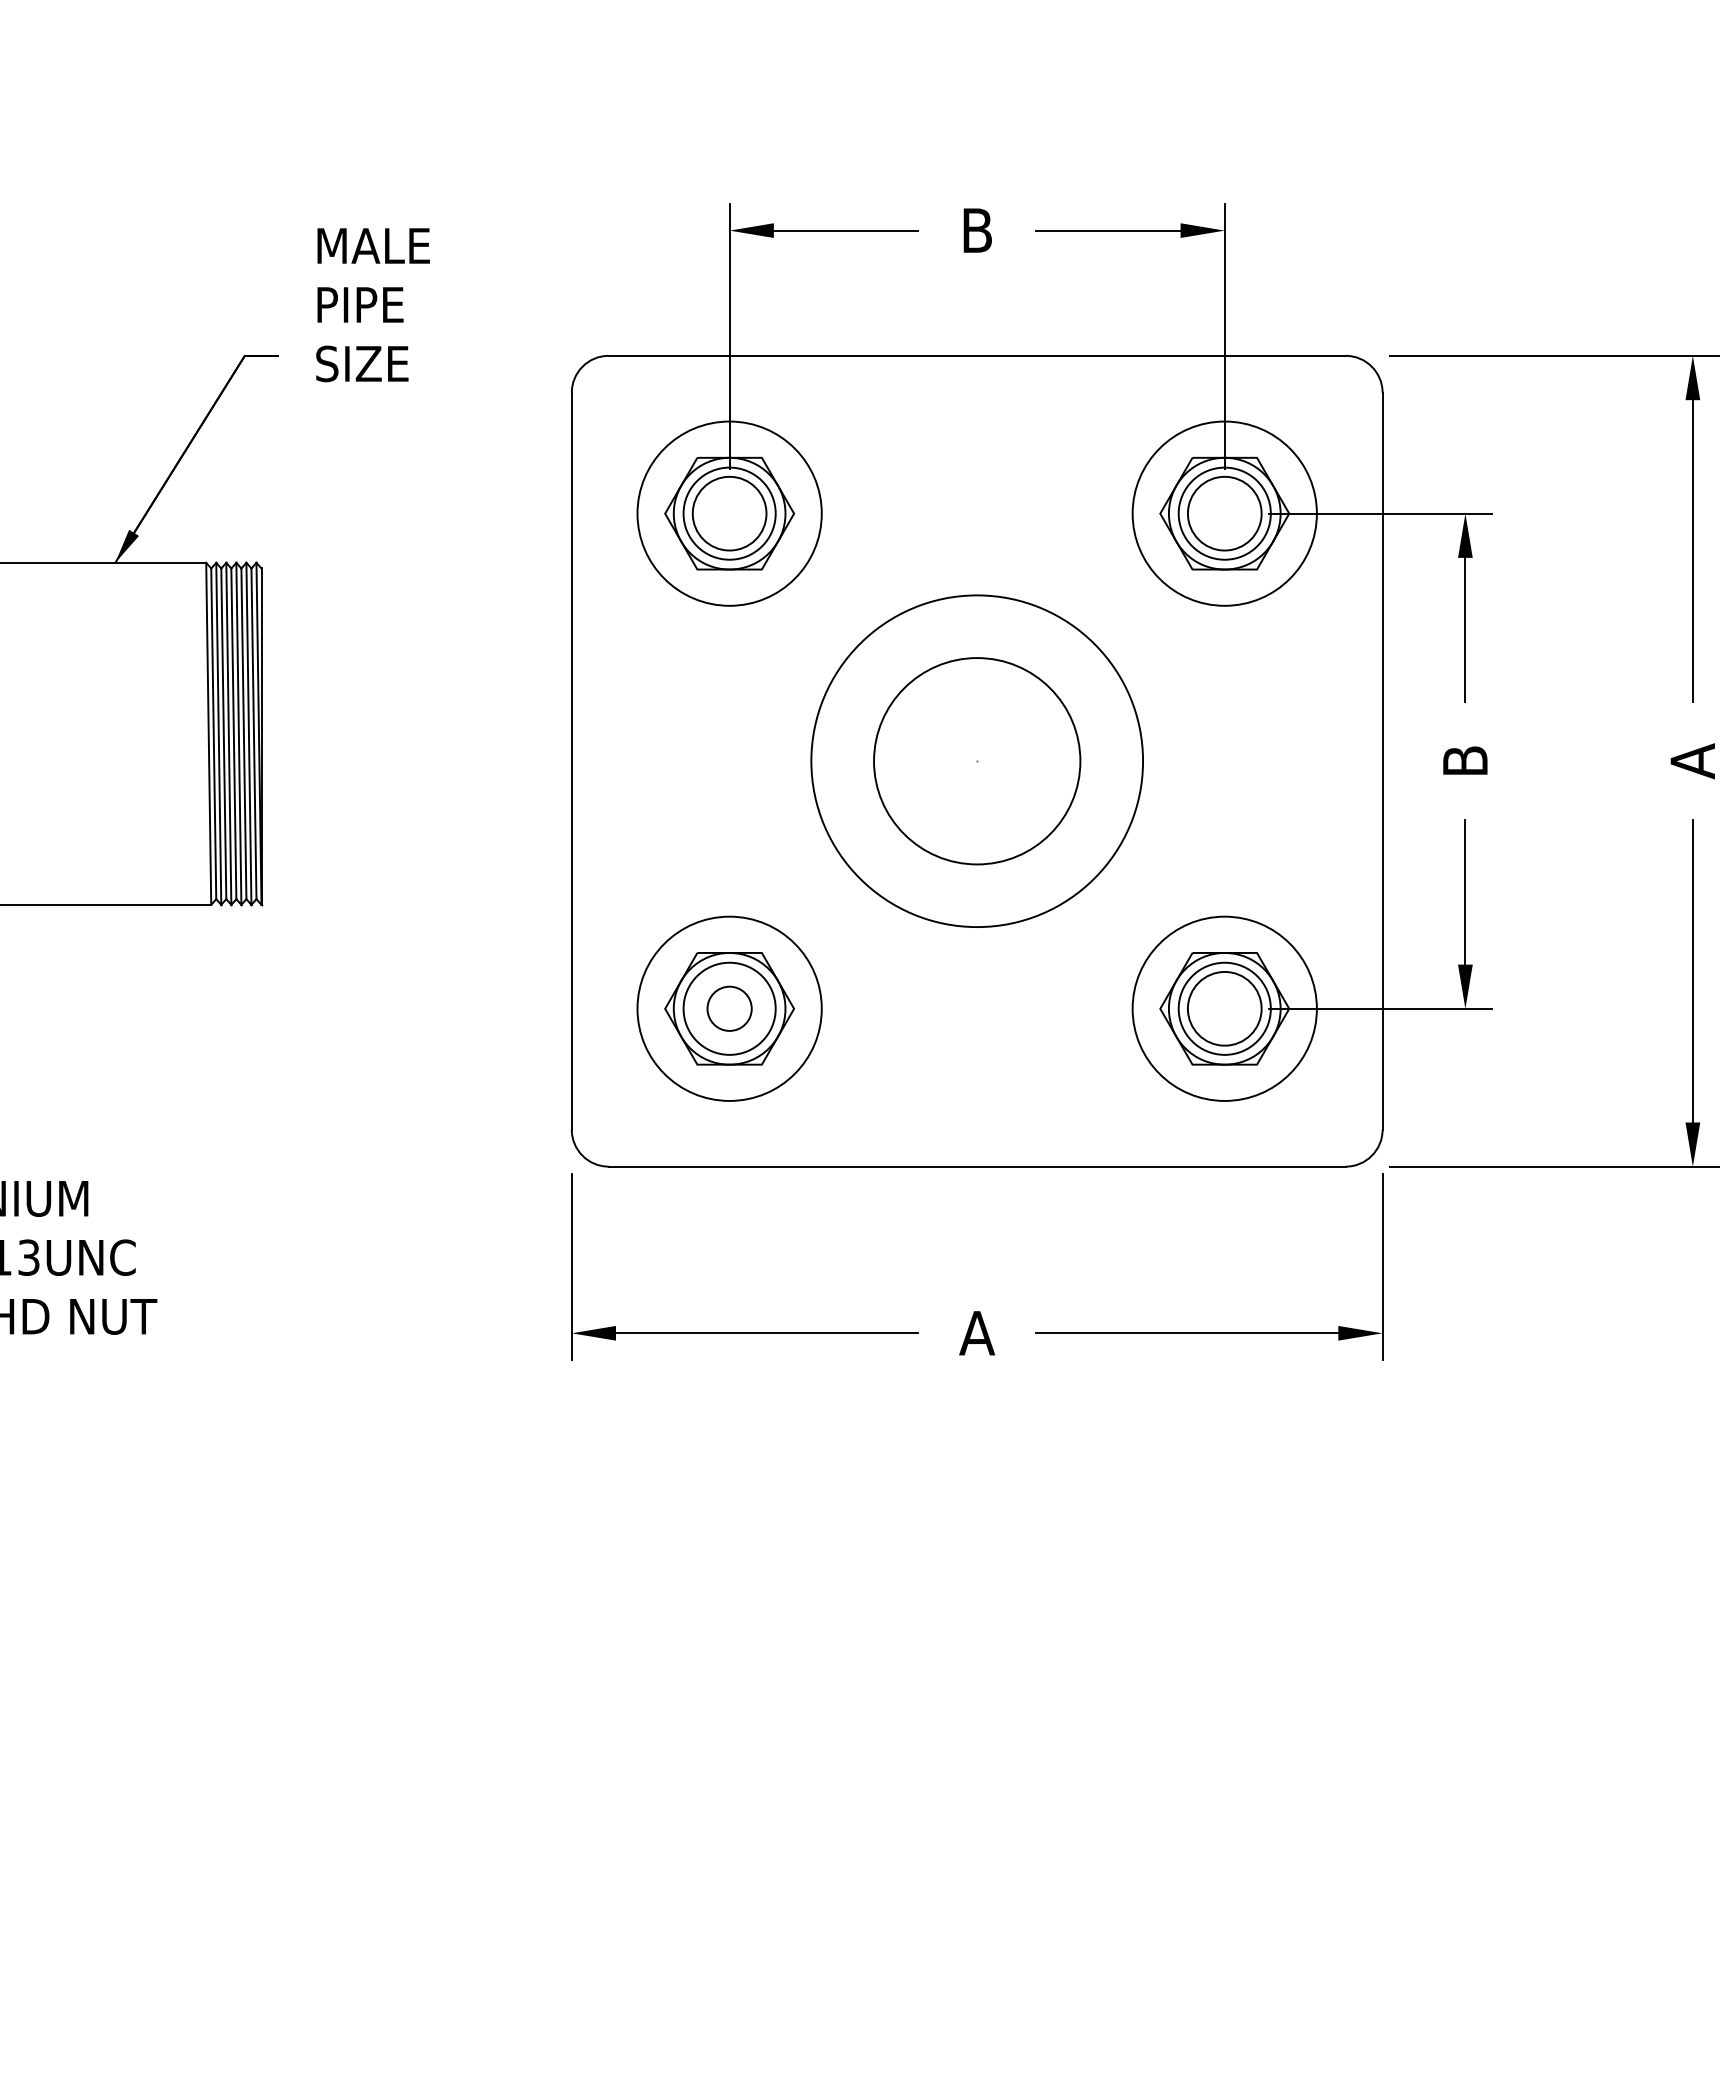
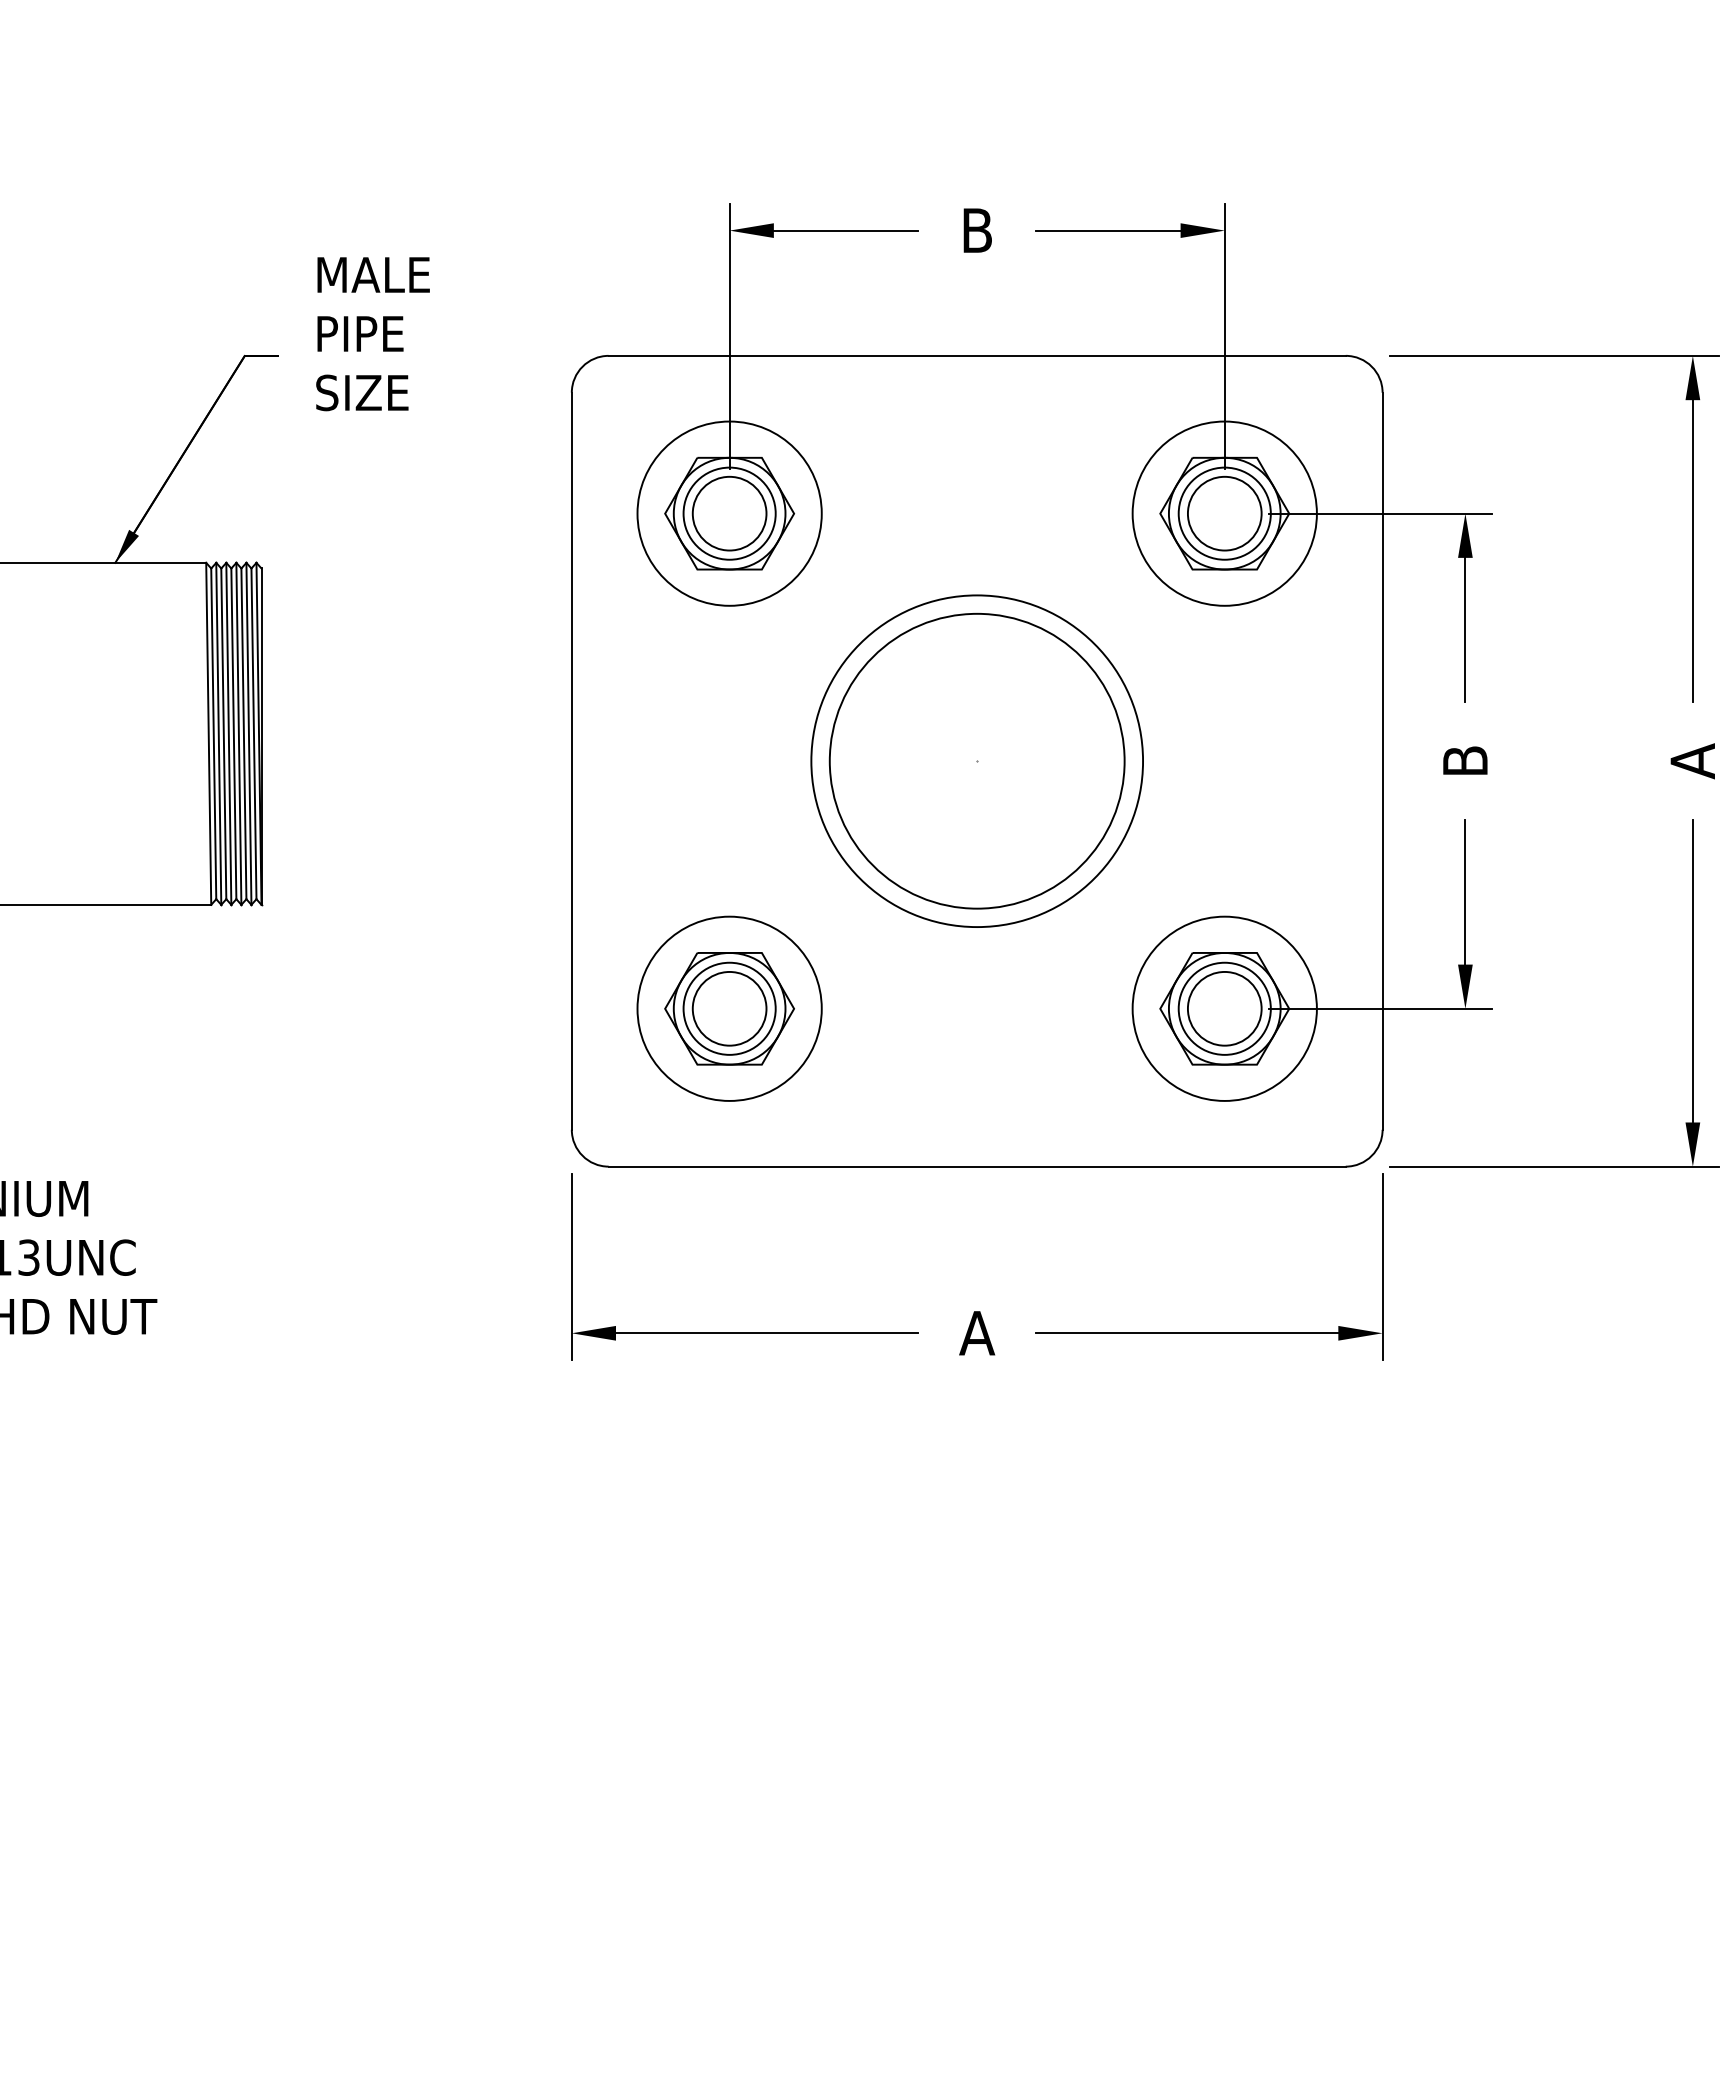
text at (372, 305) position: (372, 305) -> (372, 334)
circle at (977, 761) diameter: 206 px -> 295 px
circle at (729, 1008) diameter: 44 px -> 74 px
